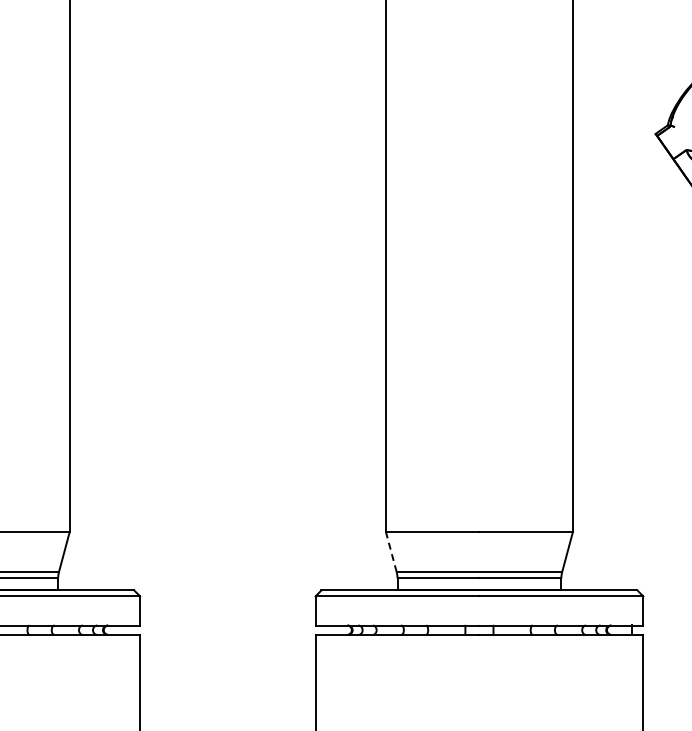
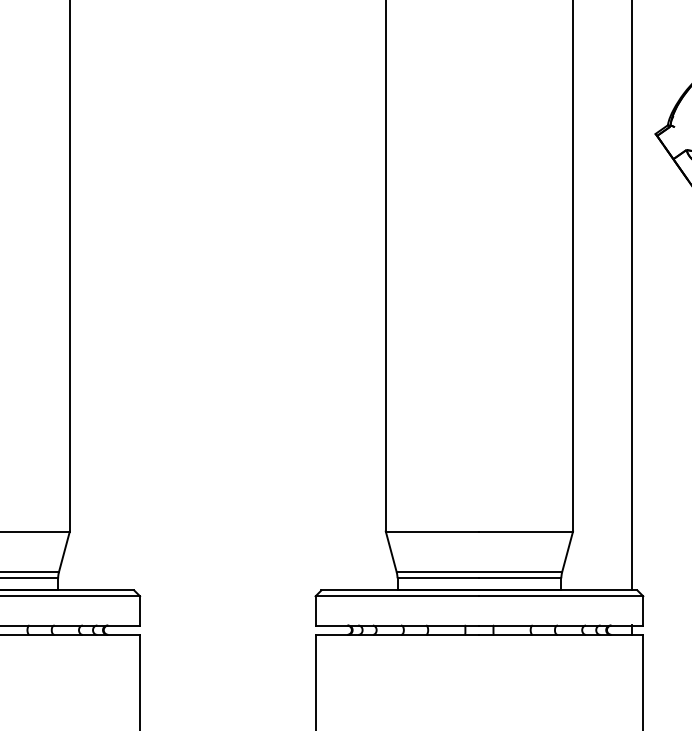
line at (631, 296): none -> present
line at (391, 552): dashed -> solid
